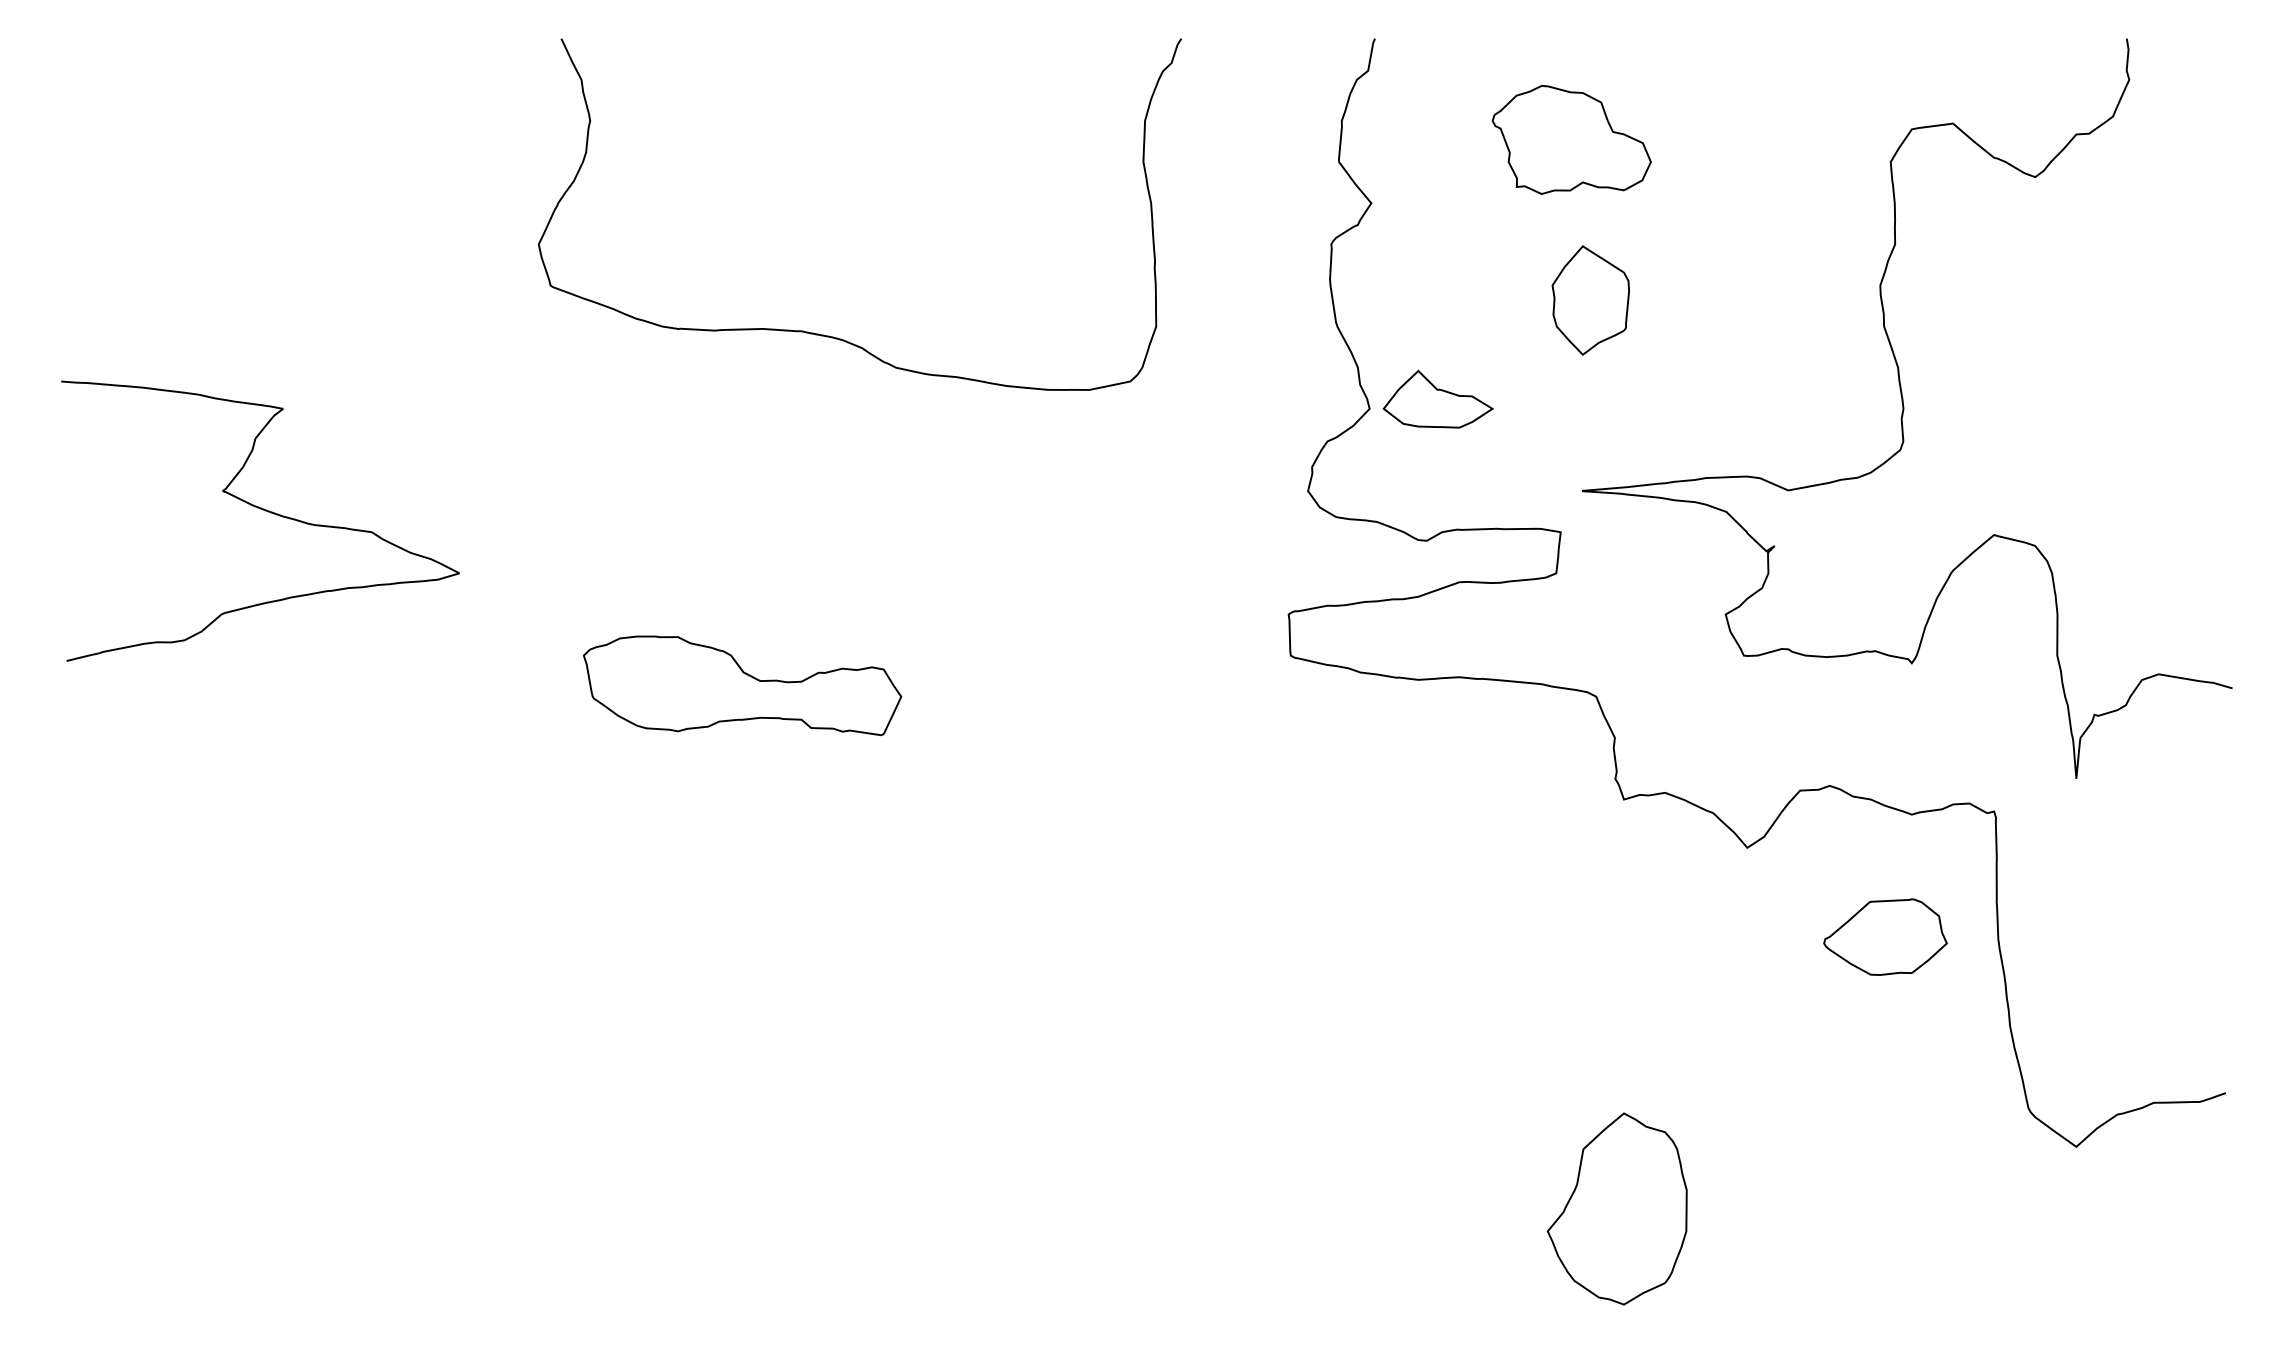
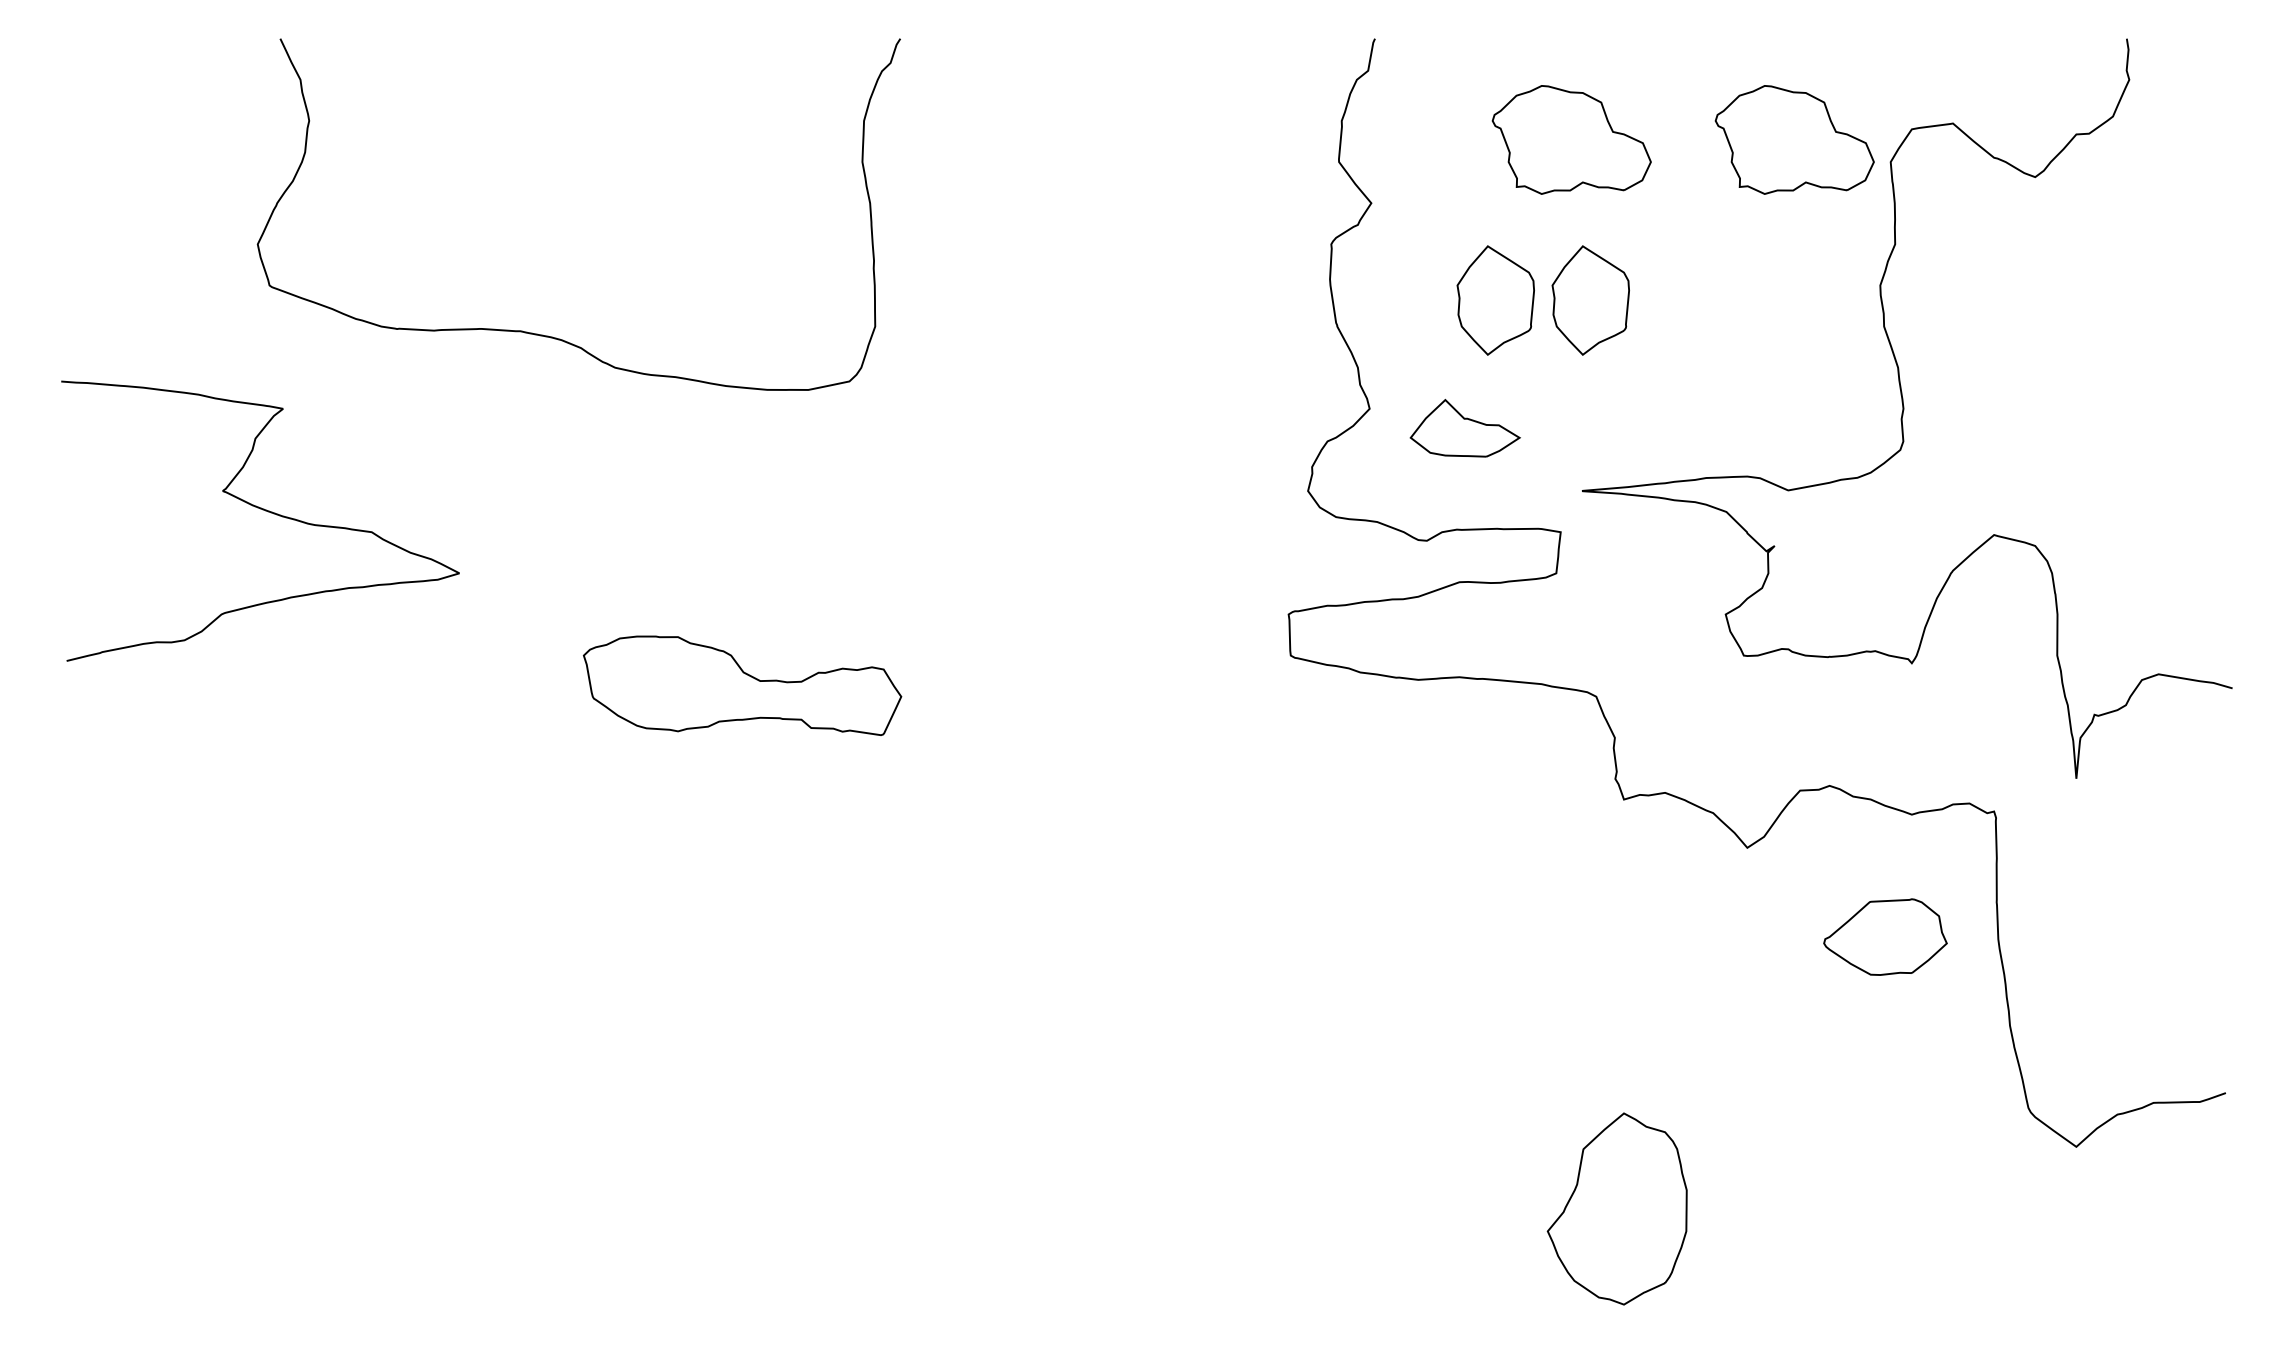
part at (1794, 139): none -> present
part at (1495, 300): none -> present
curve at (829, 335) position: (829, 335) -> (548, 335)
part at (1437, 399) position: (1437, 399) -> (1464, 428)
